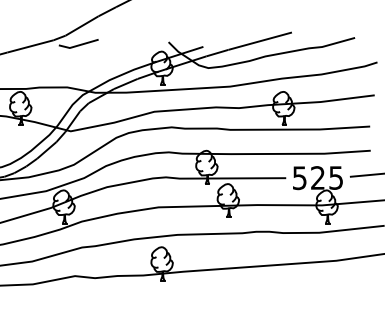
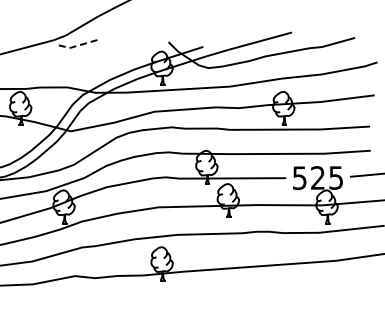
line at (78, 45): solid -> dashed
